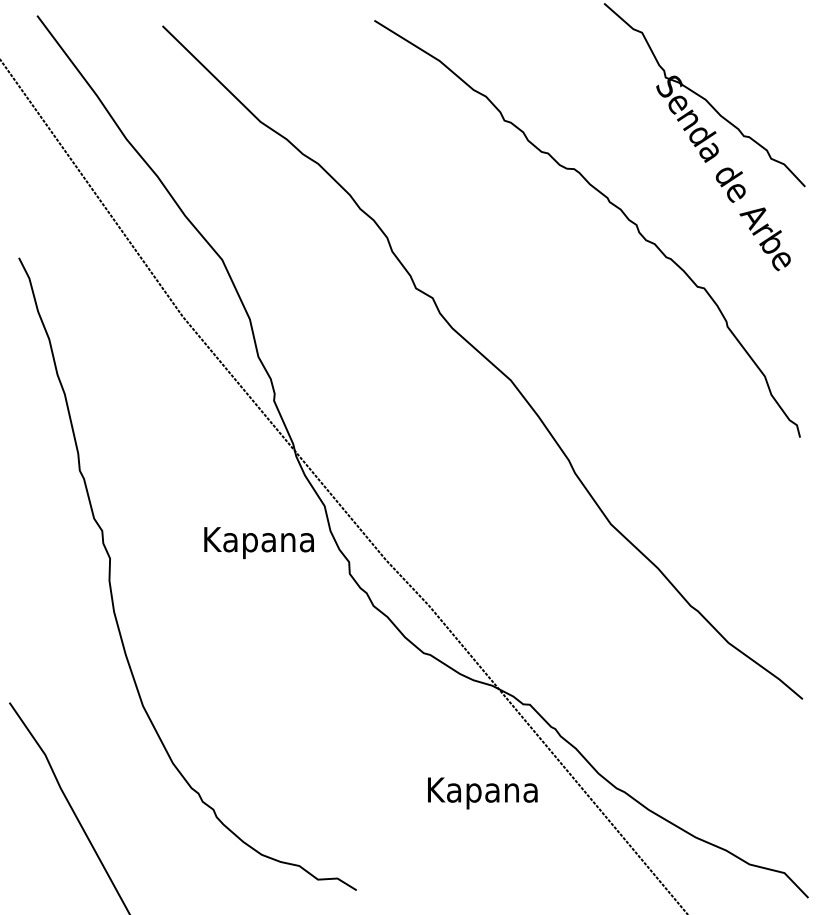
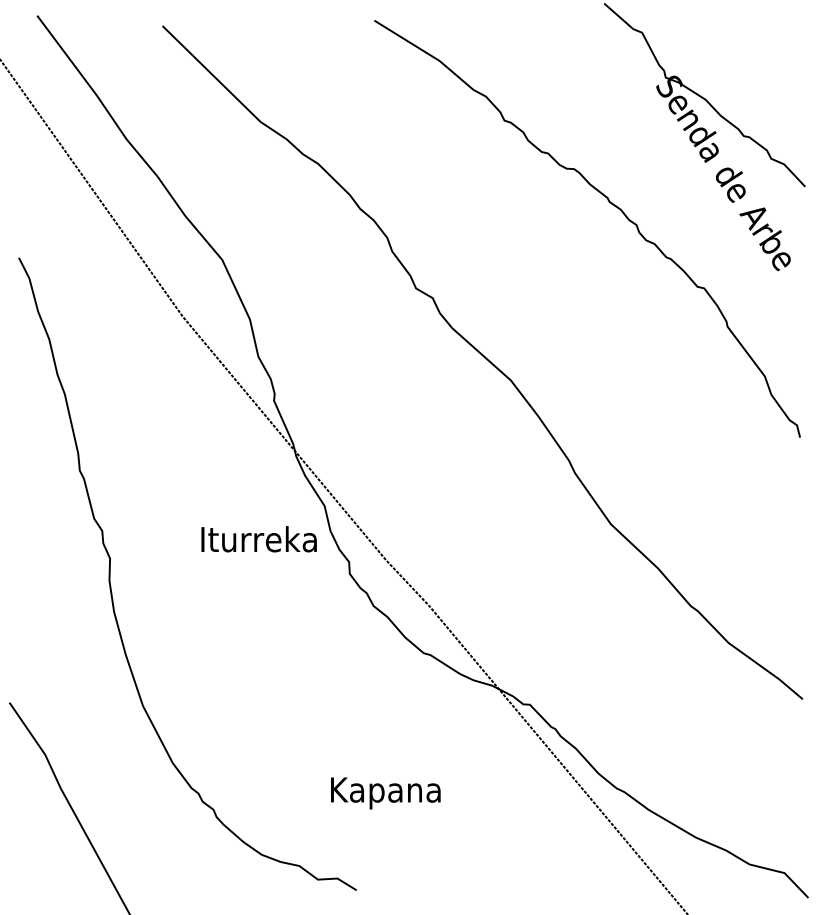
text at (258, 542): Kapana -> Iturreka
text at (482, 793) position: (482, 793) -> (385, 793)
